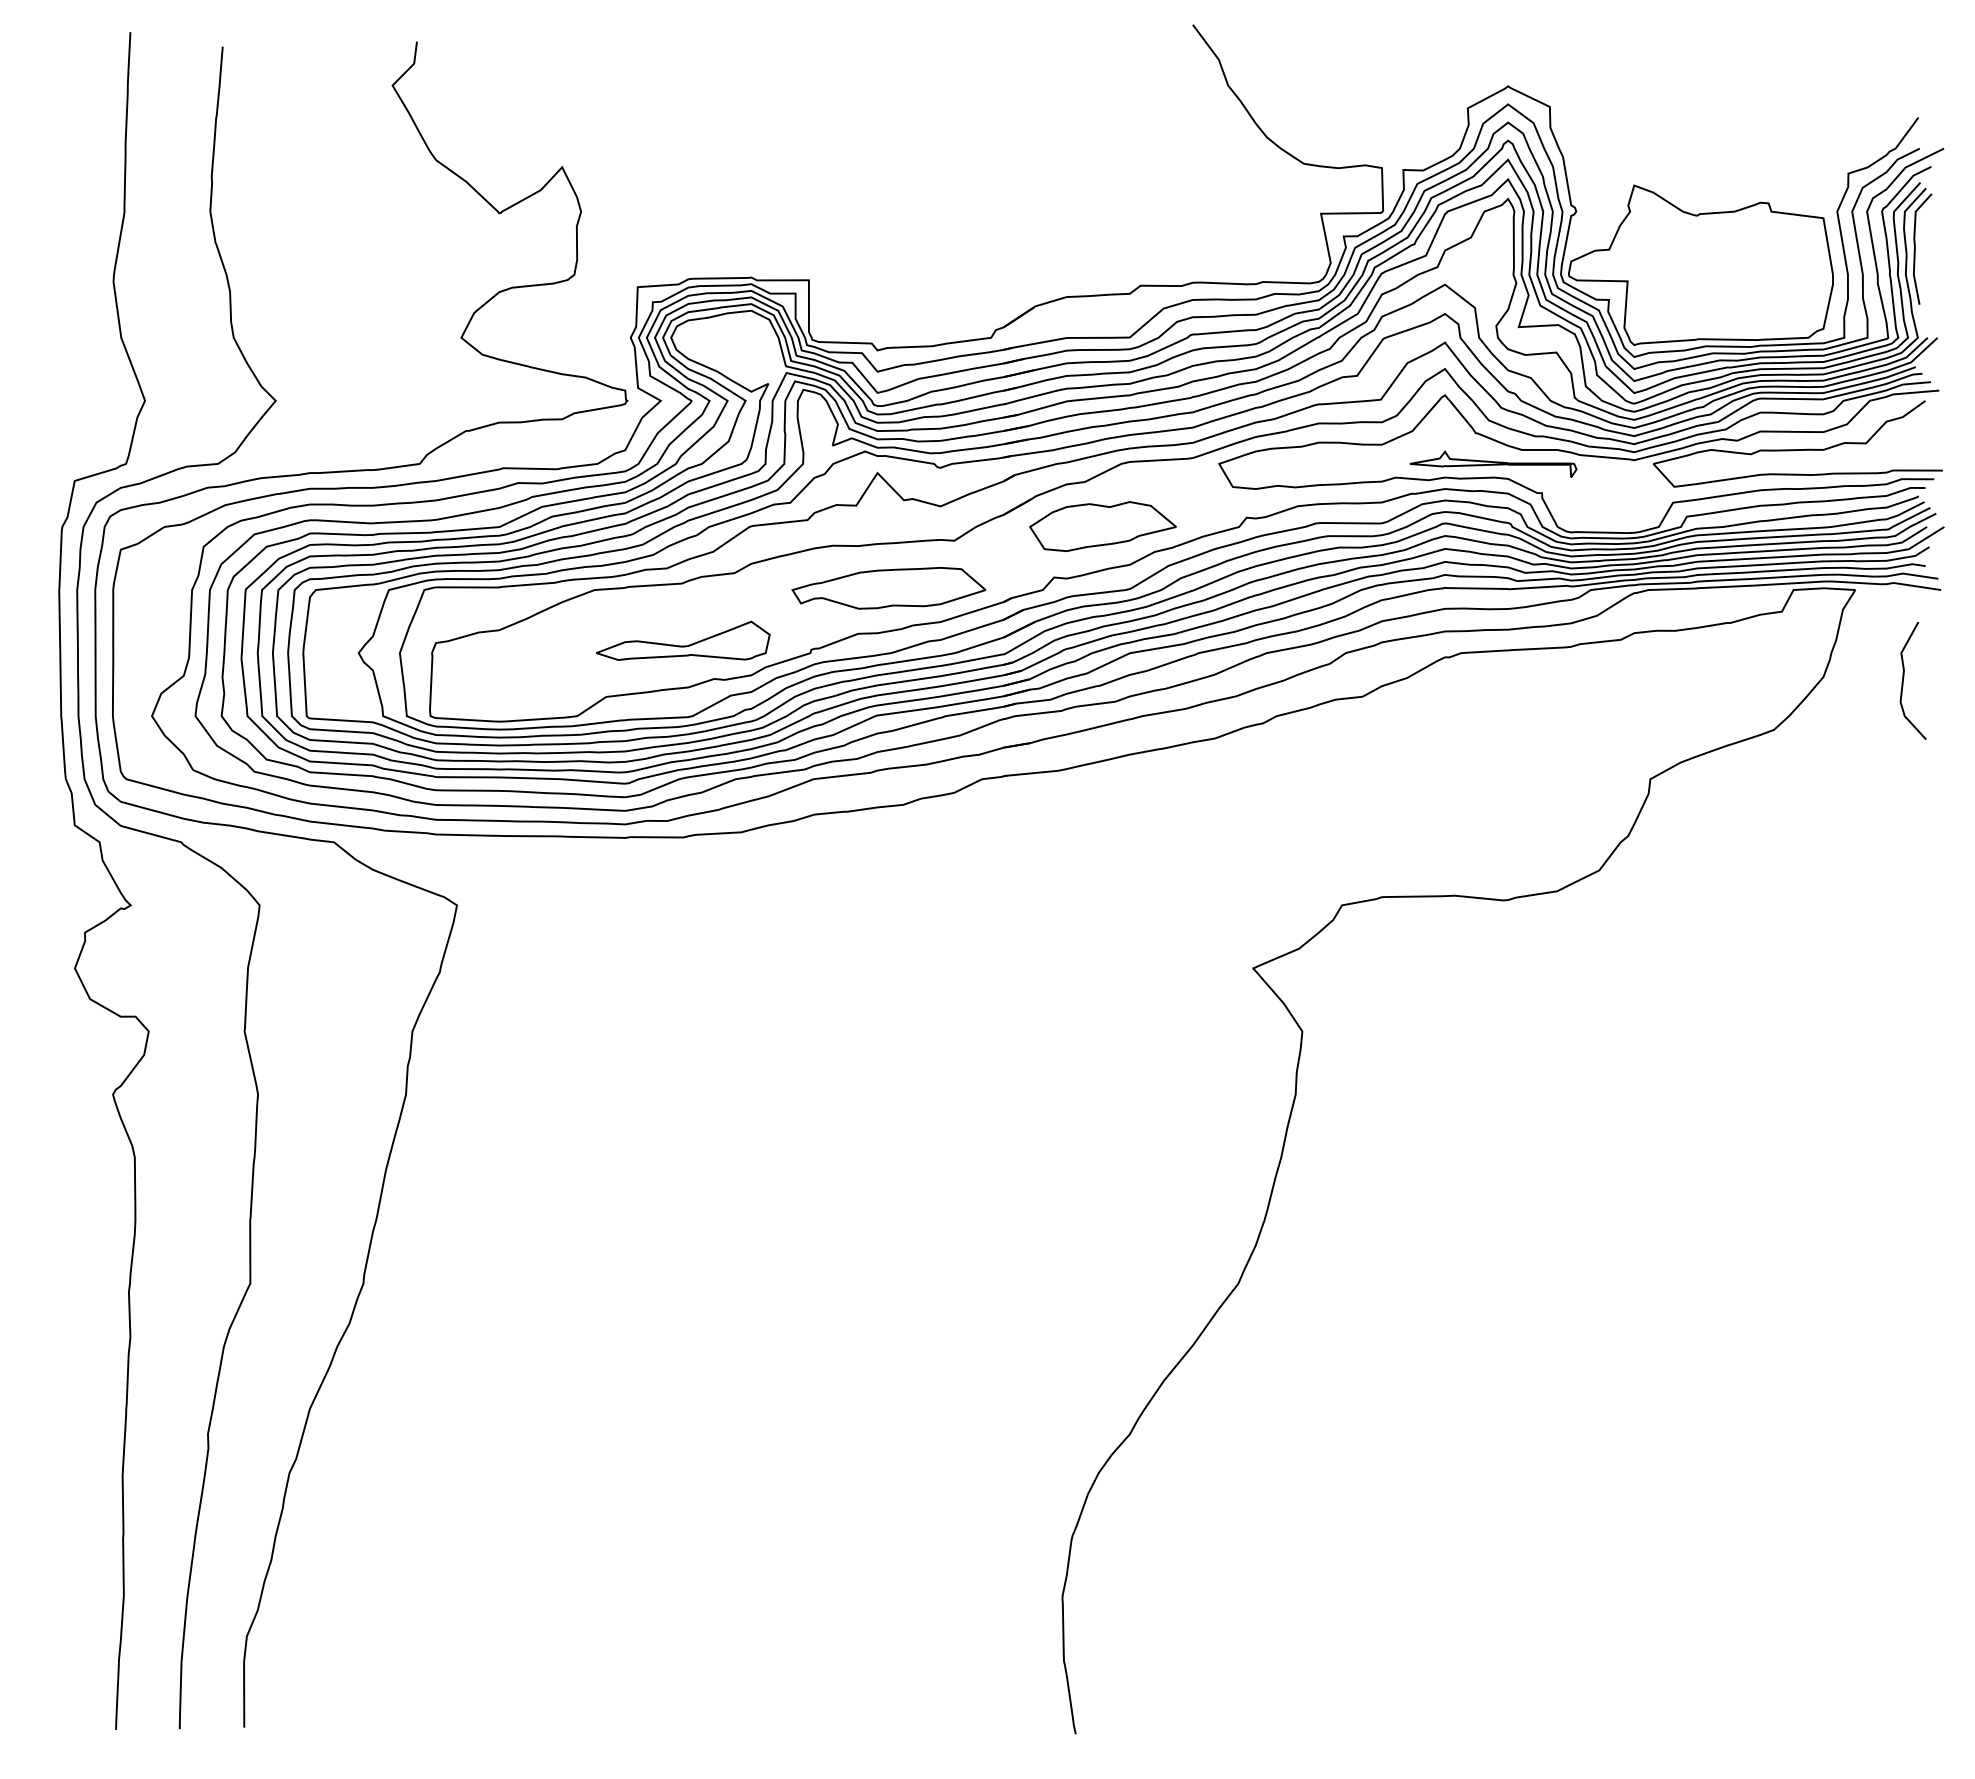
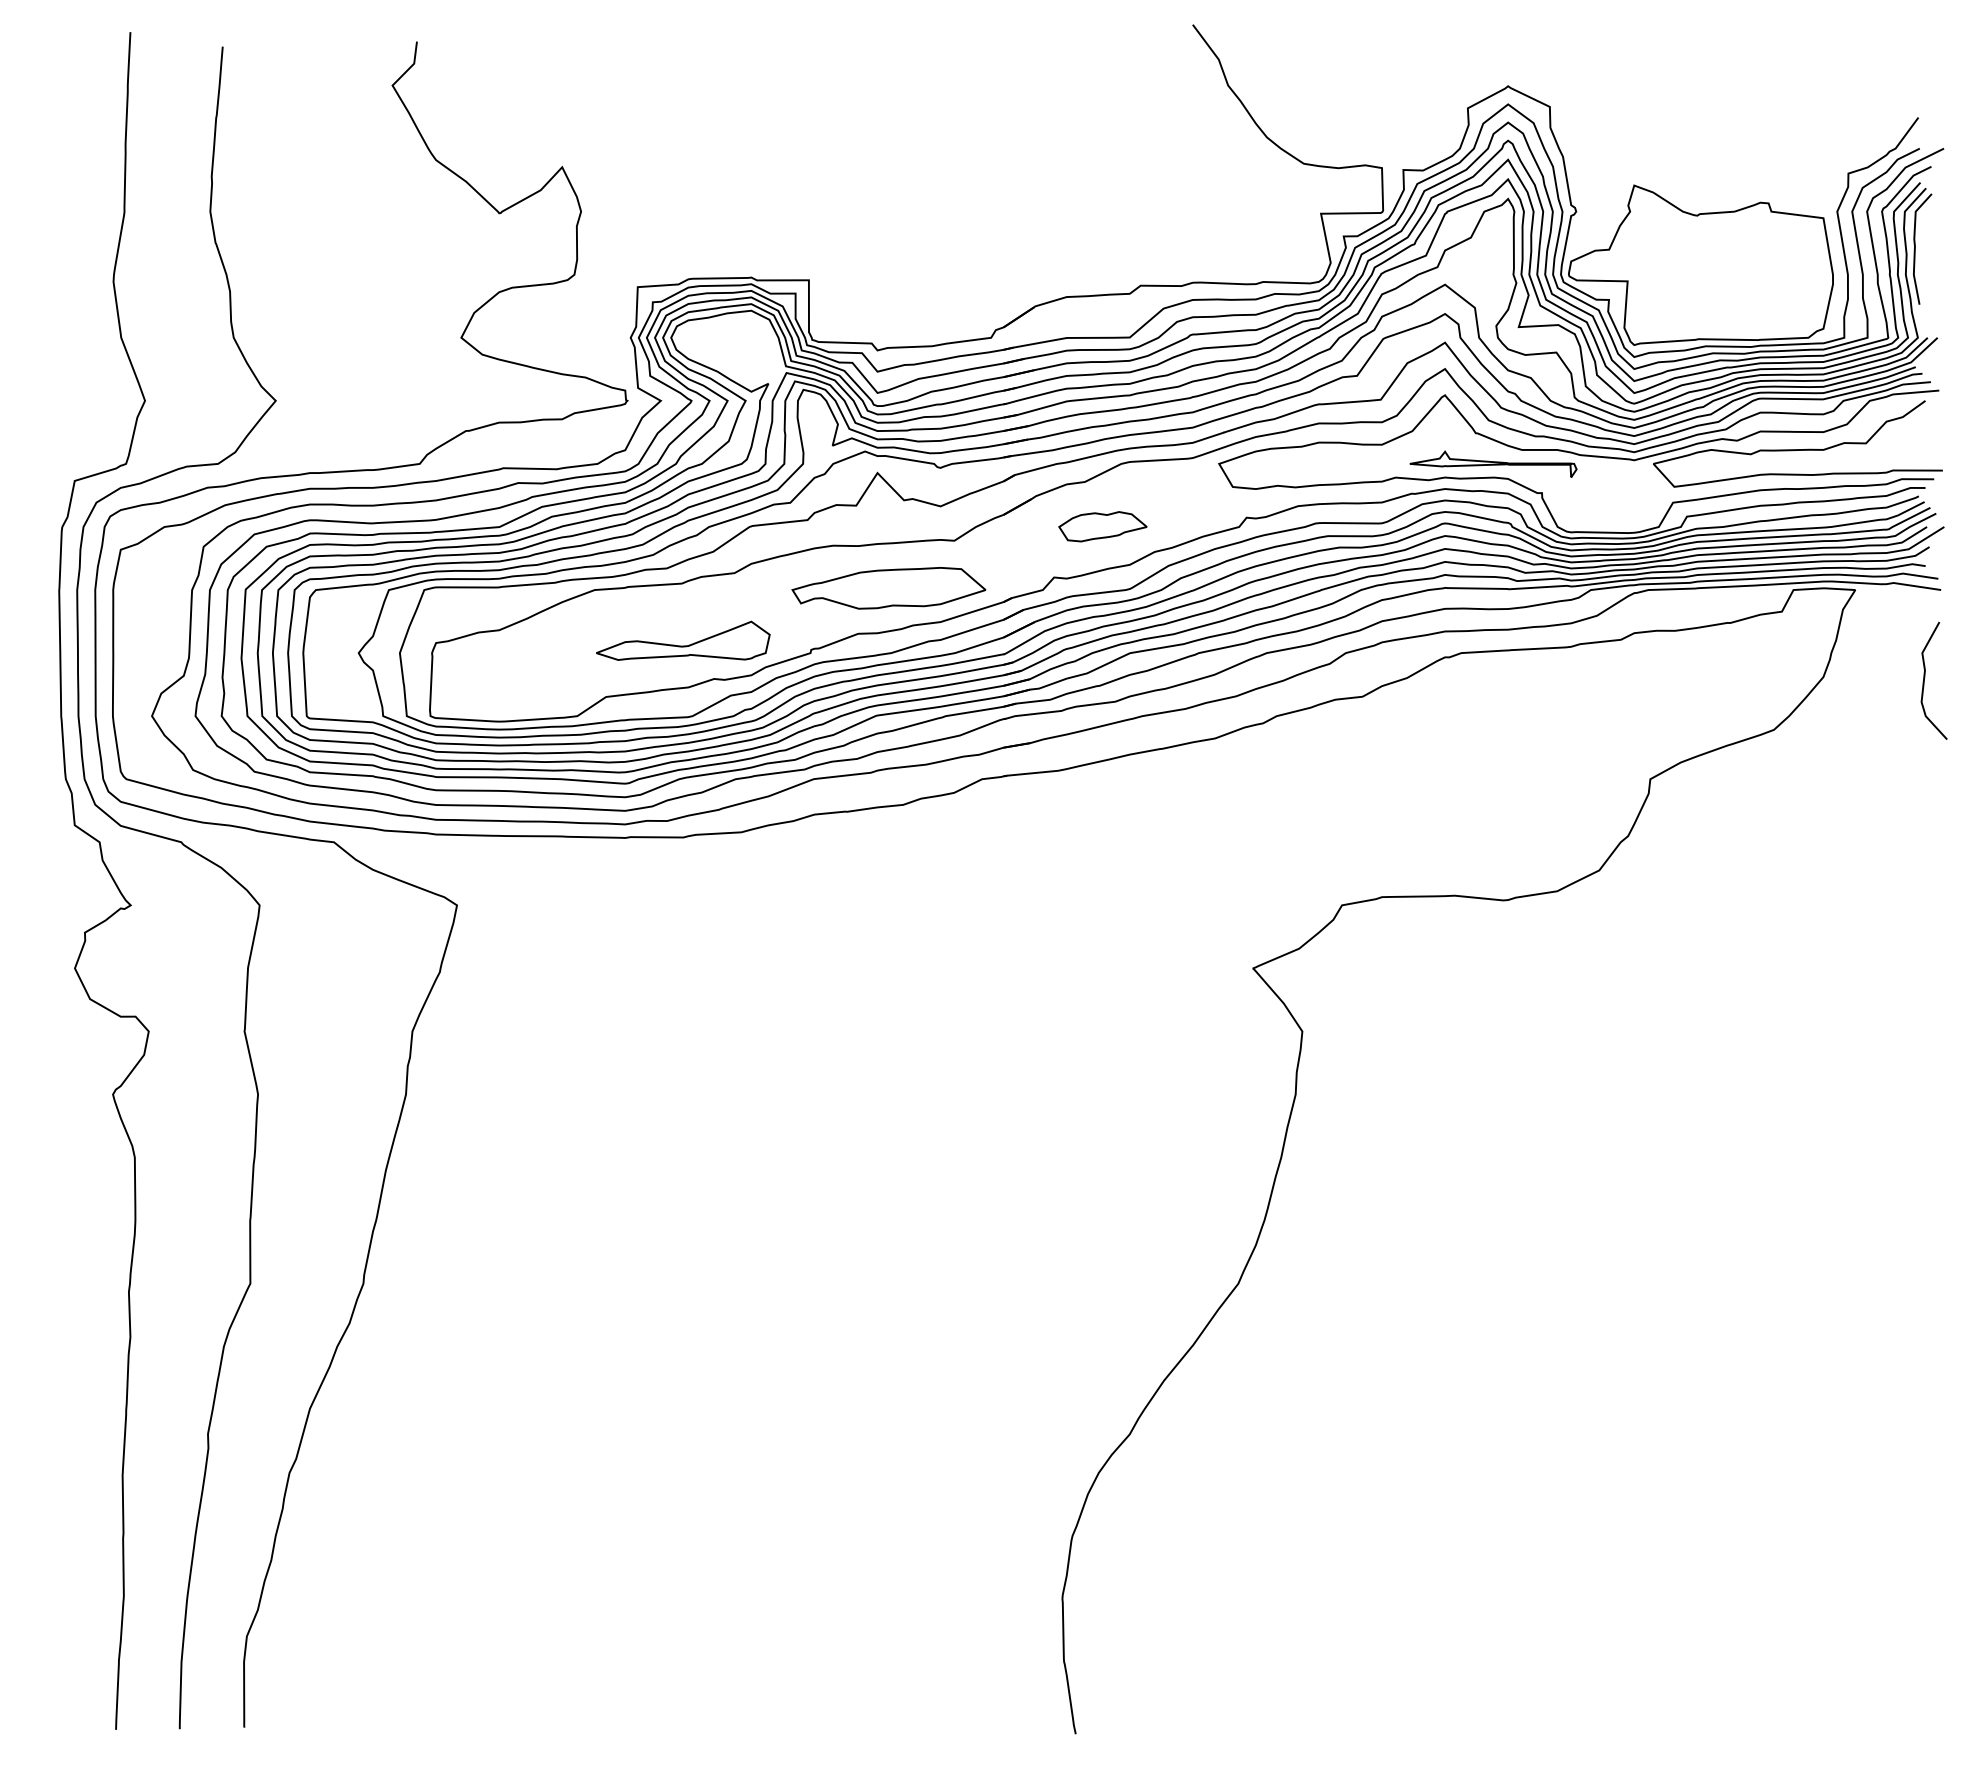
part at (1102, 526) size: 148x52 px -> 90x32 px
curve at (1904, 677) position: (1904, 677) -> (1925, 677)
